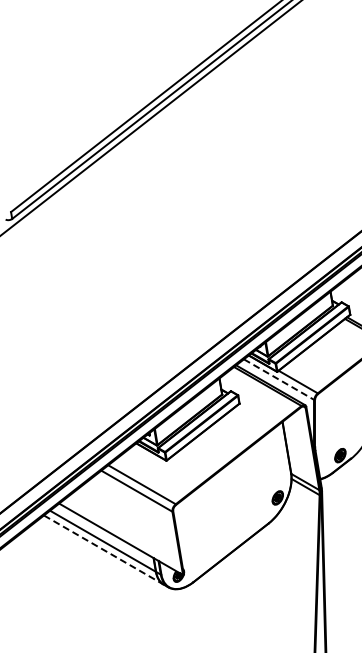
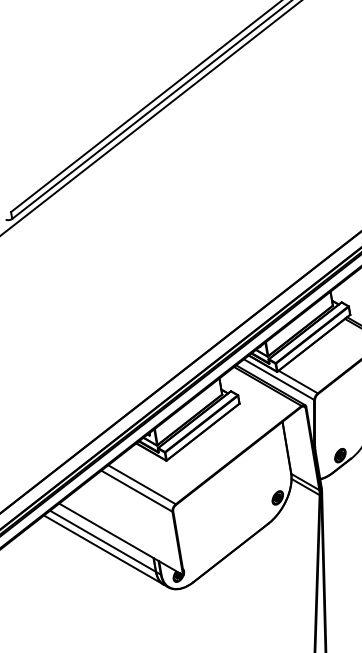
line at (279, 379): dashed -> solid
line at (104, 550): dashed -> solid
